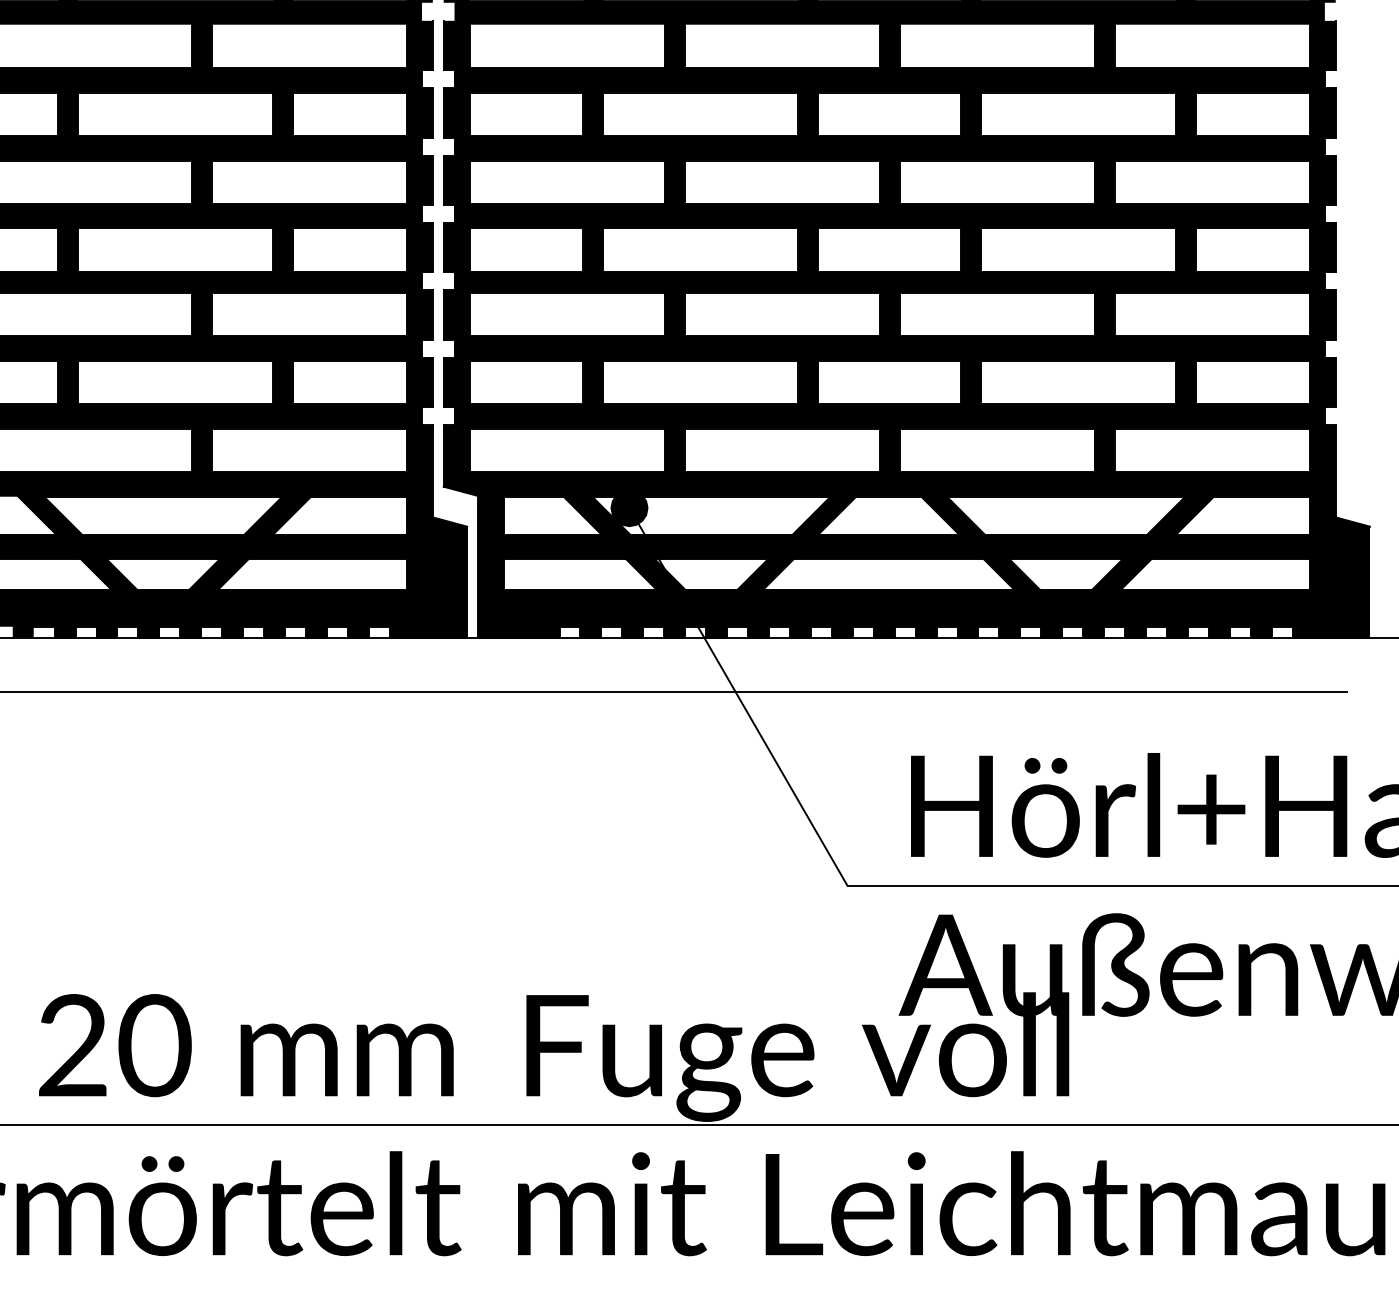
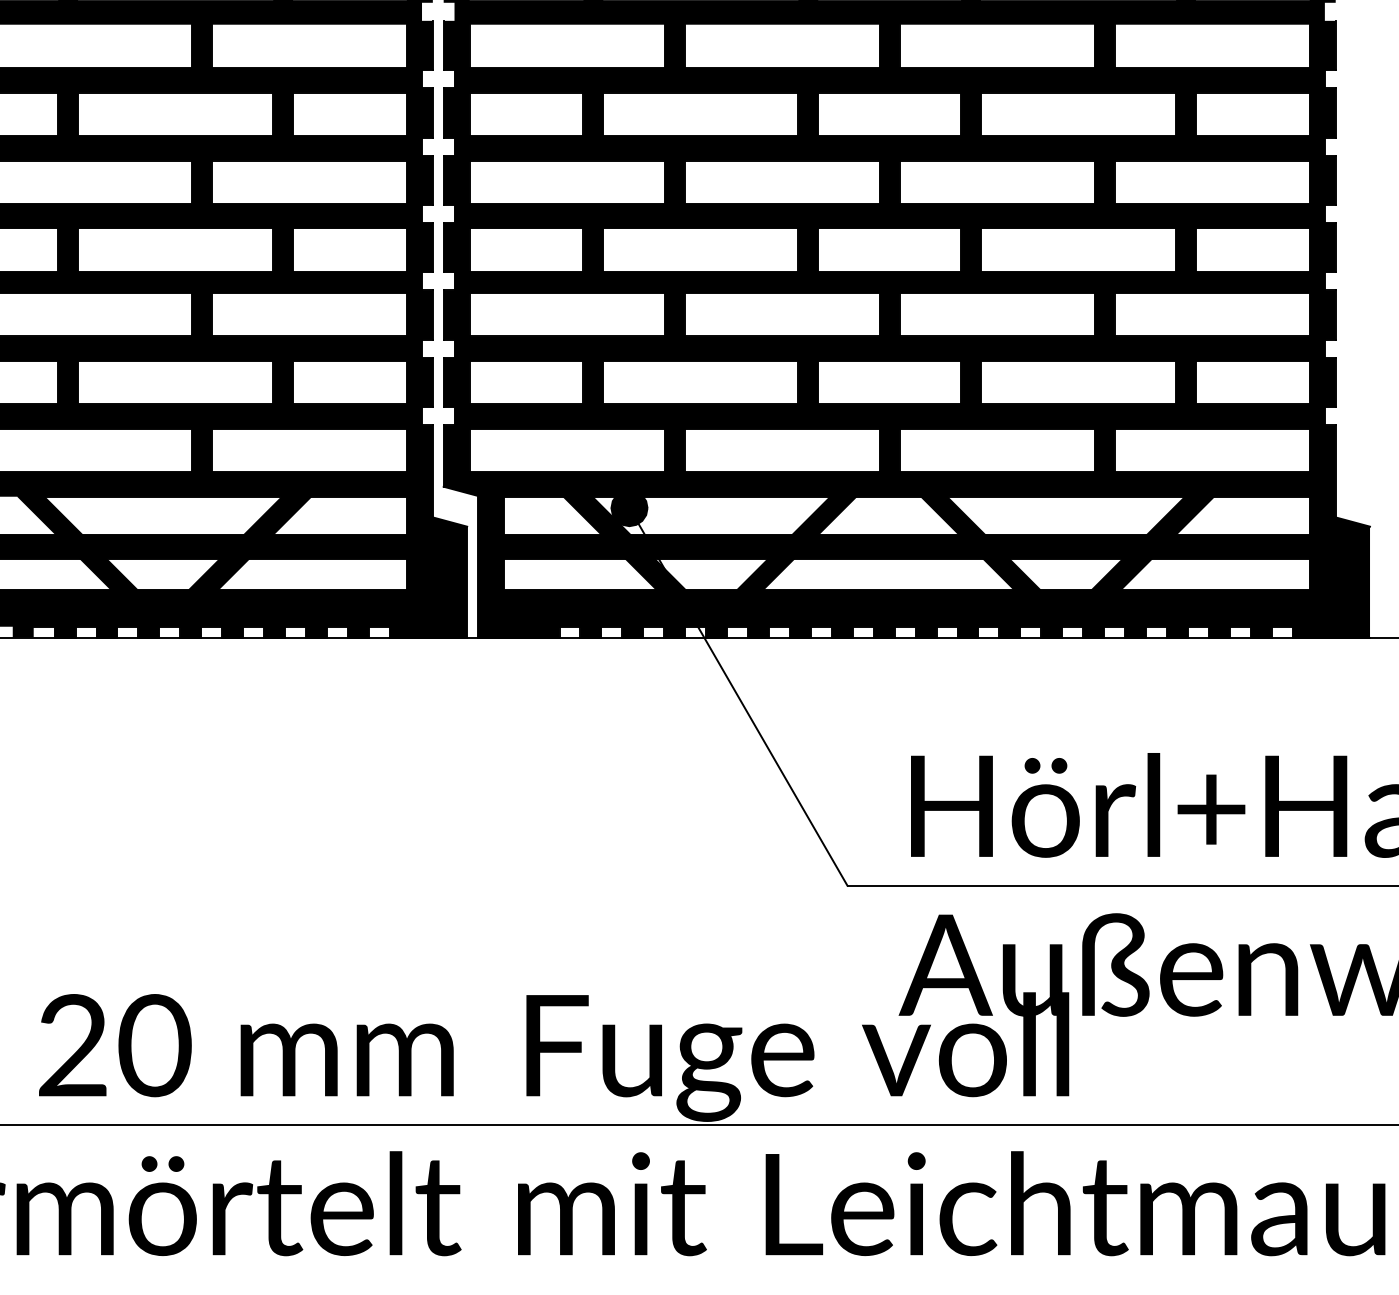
line at (674, 691): present -> none
